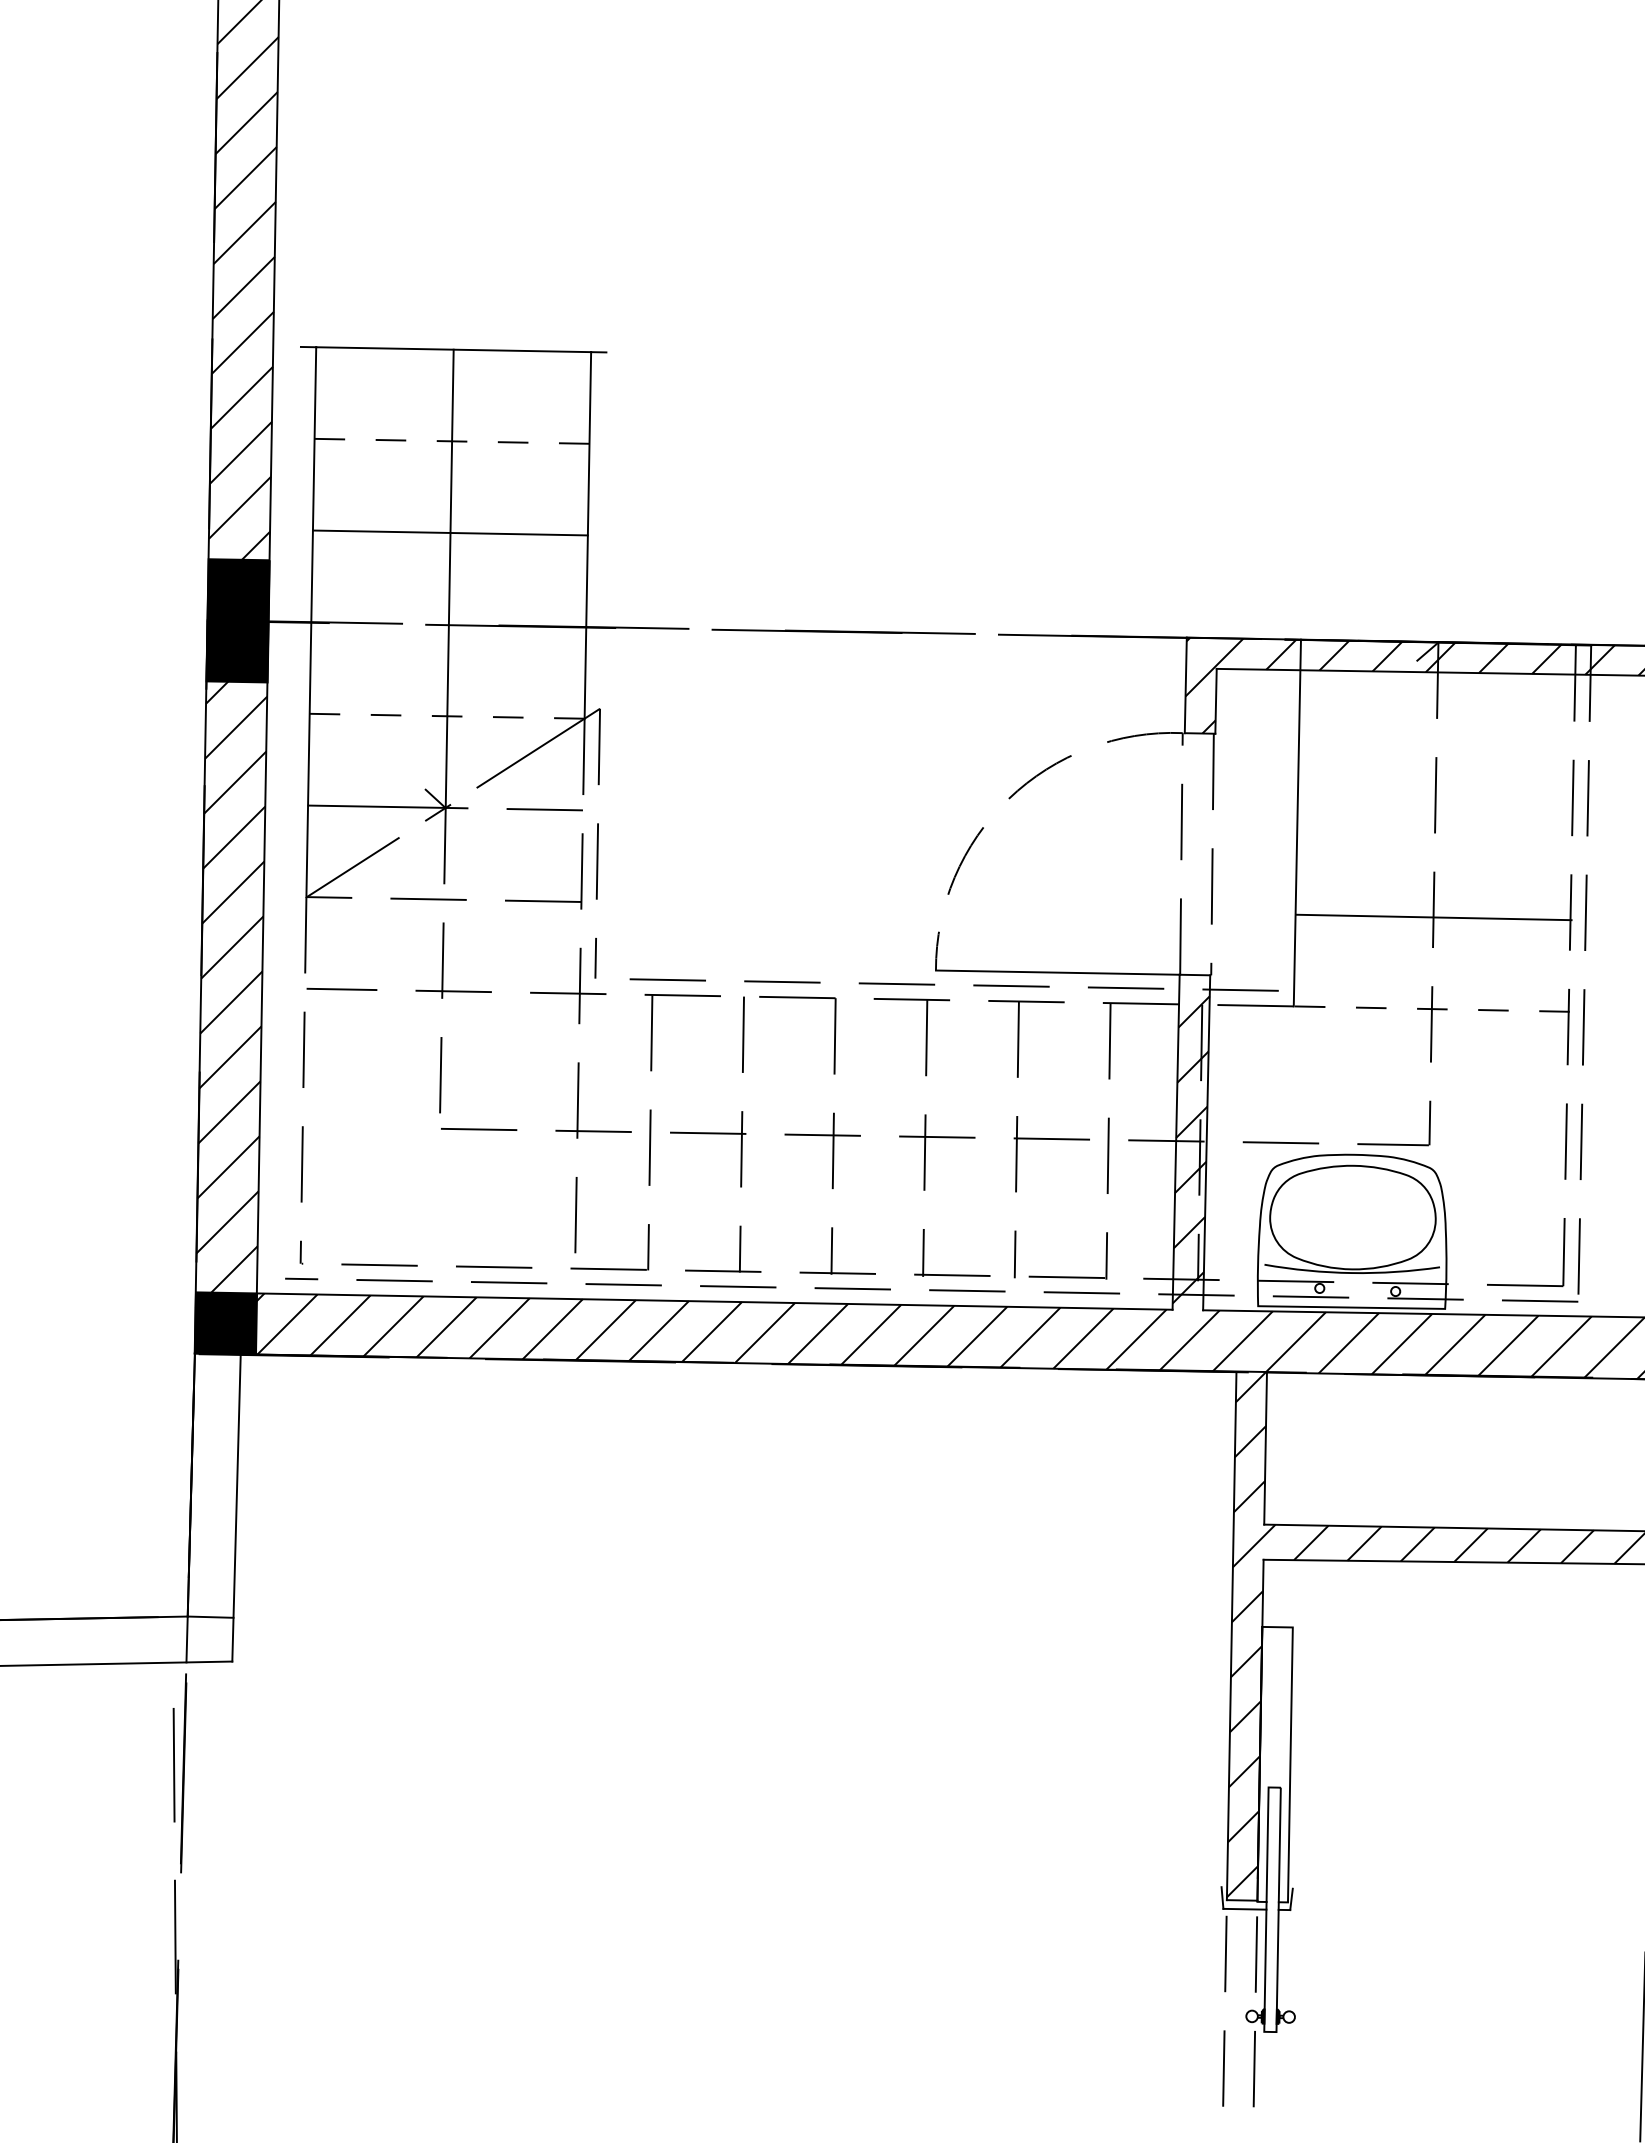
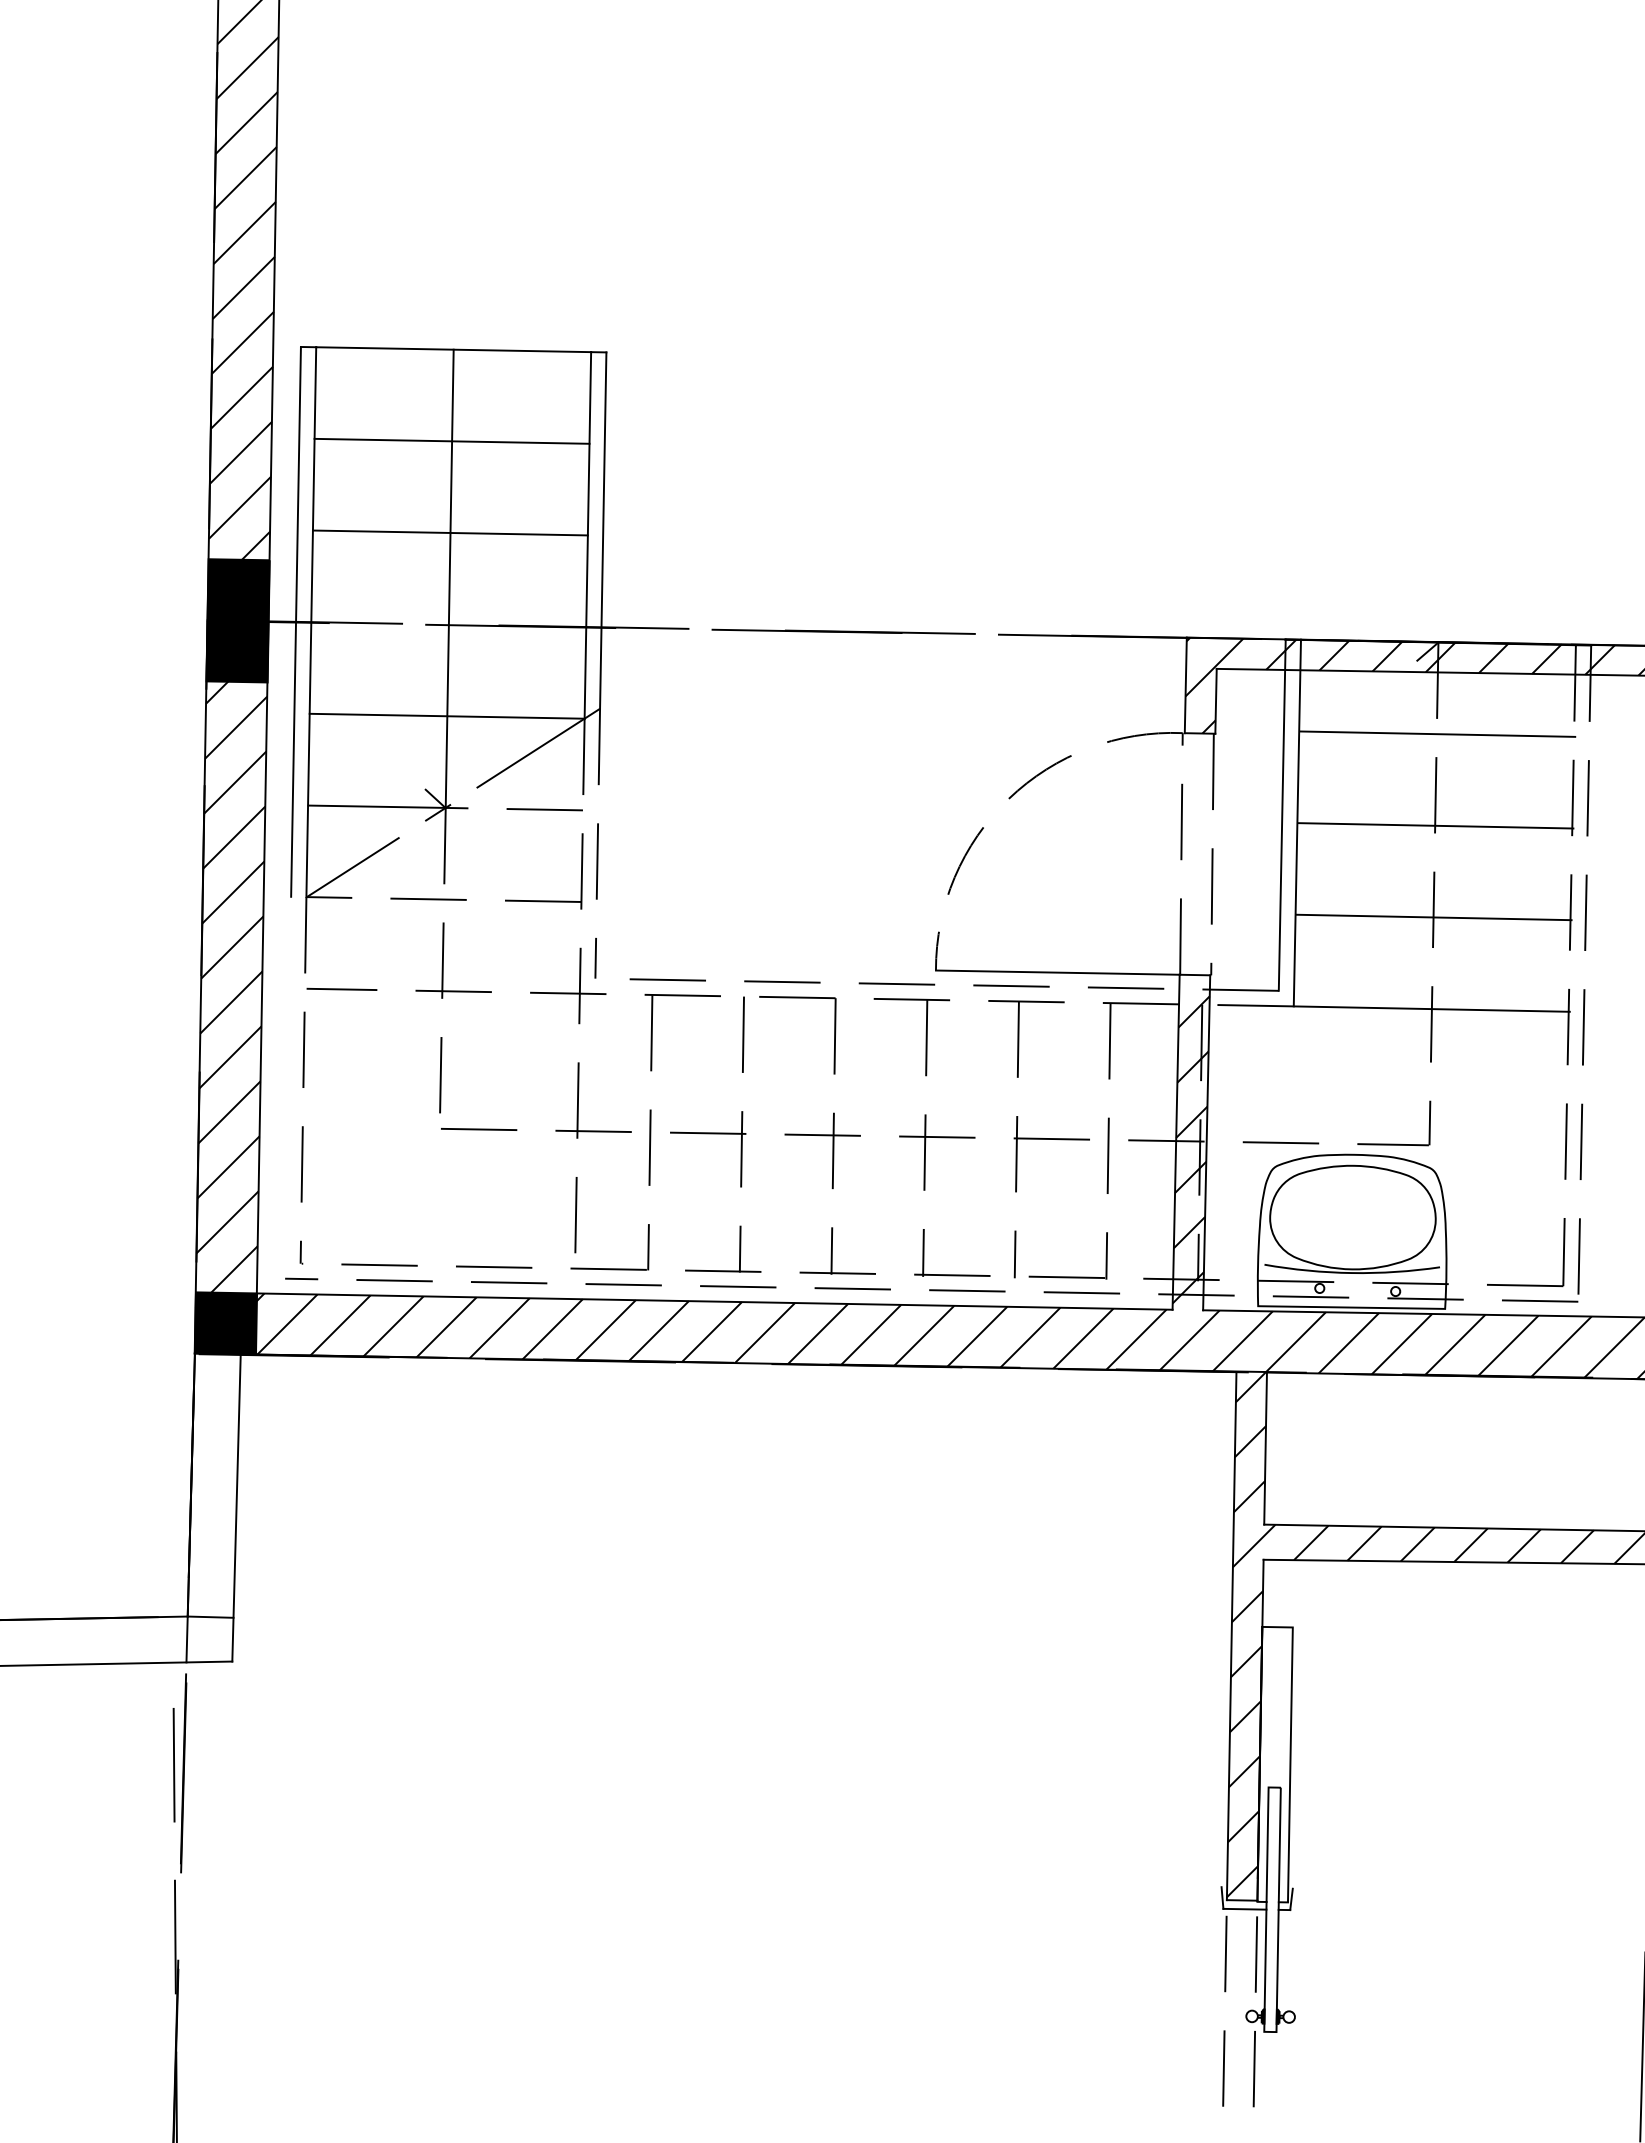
line at (451, 441): dashed -> solid
line at (603, 530): none -> present
line at (295, 621): none -> present
line at (446, 716): dashed -> solid
line at (1437, 733): none -> present
line at (1281, 814): none -> present
line at (1435, 825): none -> present
line at (1432, 1009): dashed -> solid
